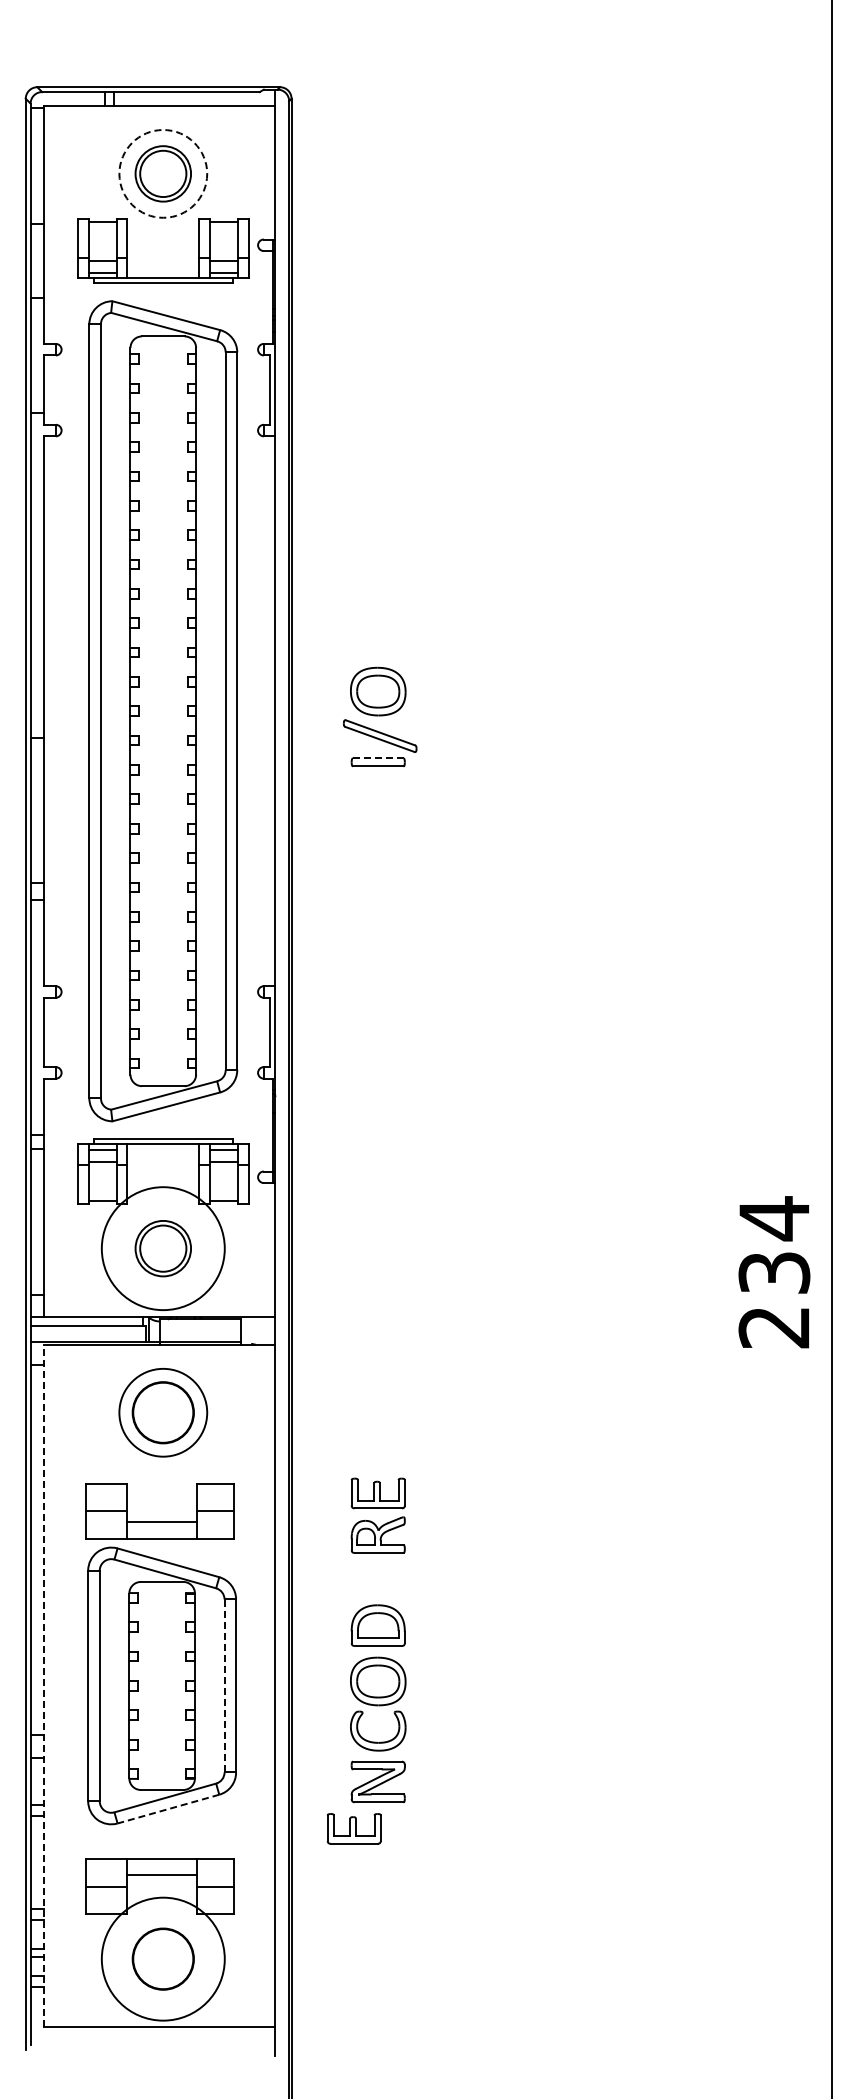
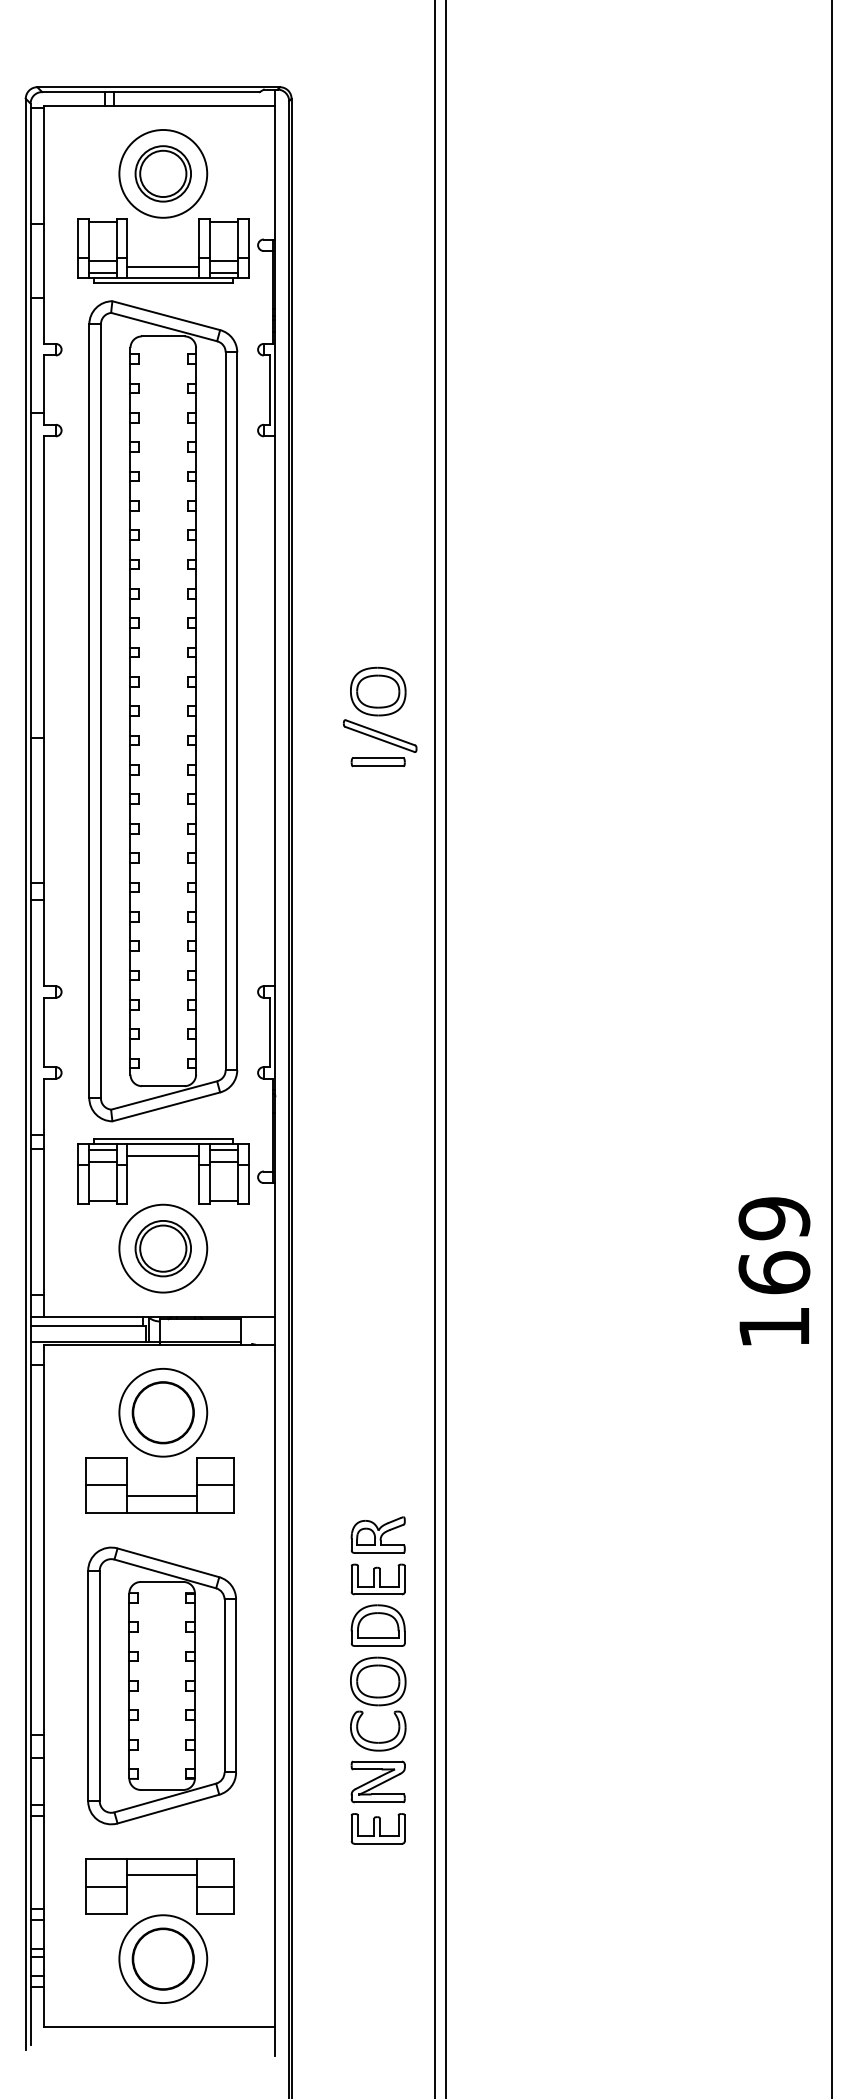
circle at (163, 173): dashed -> solid
line at (163, 266): none -> present
line at (378, 758): dashed -> solid
line at (434, 1048): none -> present
line at (446, 1048): none -> present
line at (163, 1155): none -> present
circle at (162, 1248) diameter: 123 px -> 88 px
text at (774, 1272): 234 -> 169
part at (377, 1493) position: (377, 1493) -> (377, 1579)
part at (159, 1521) position: (159, 1521) -> (159, 1495)
line at (44, 1685): dashed -> solid
line at (224, 1685): dashed -> solid
line at (168, 1809): dashed -> solid
part at (353, 1828) position: (353, 1828) -> (377, 1828)
circle at (162, 1958) diameter: 123 px -> 88 px
